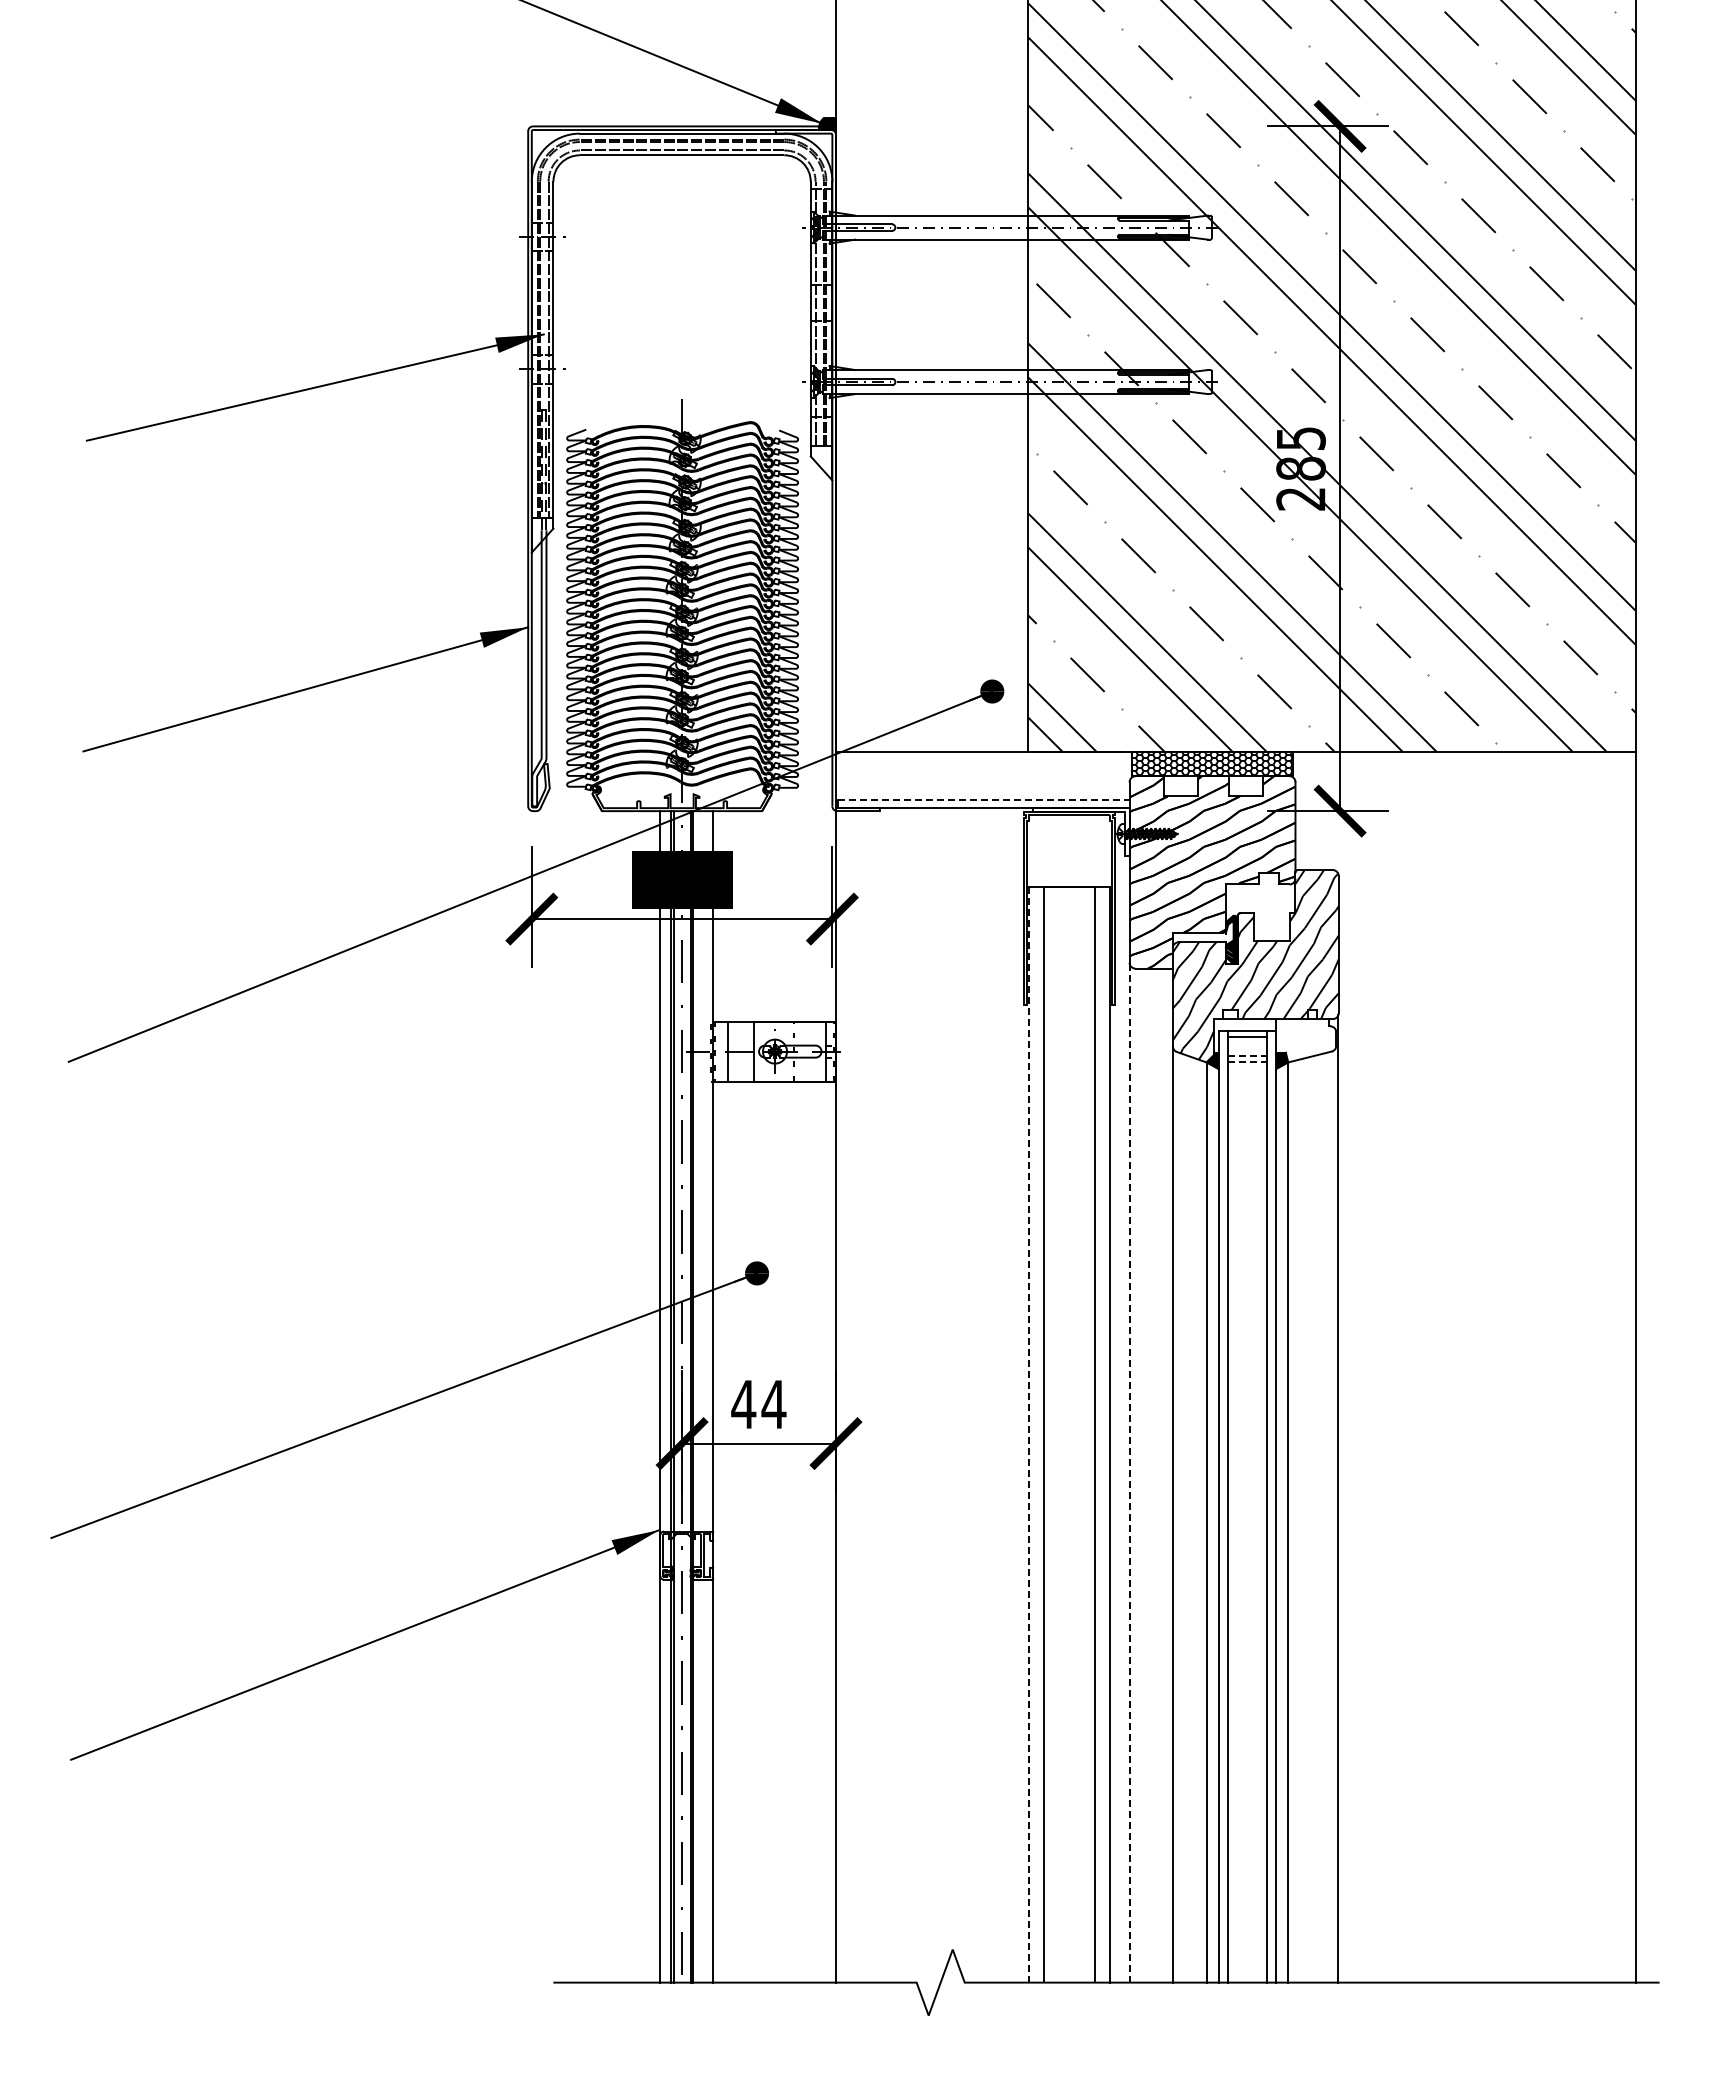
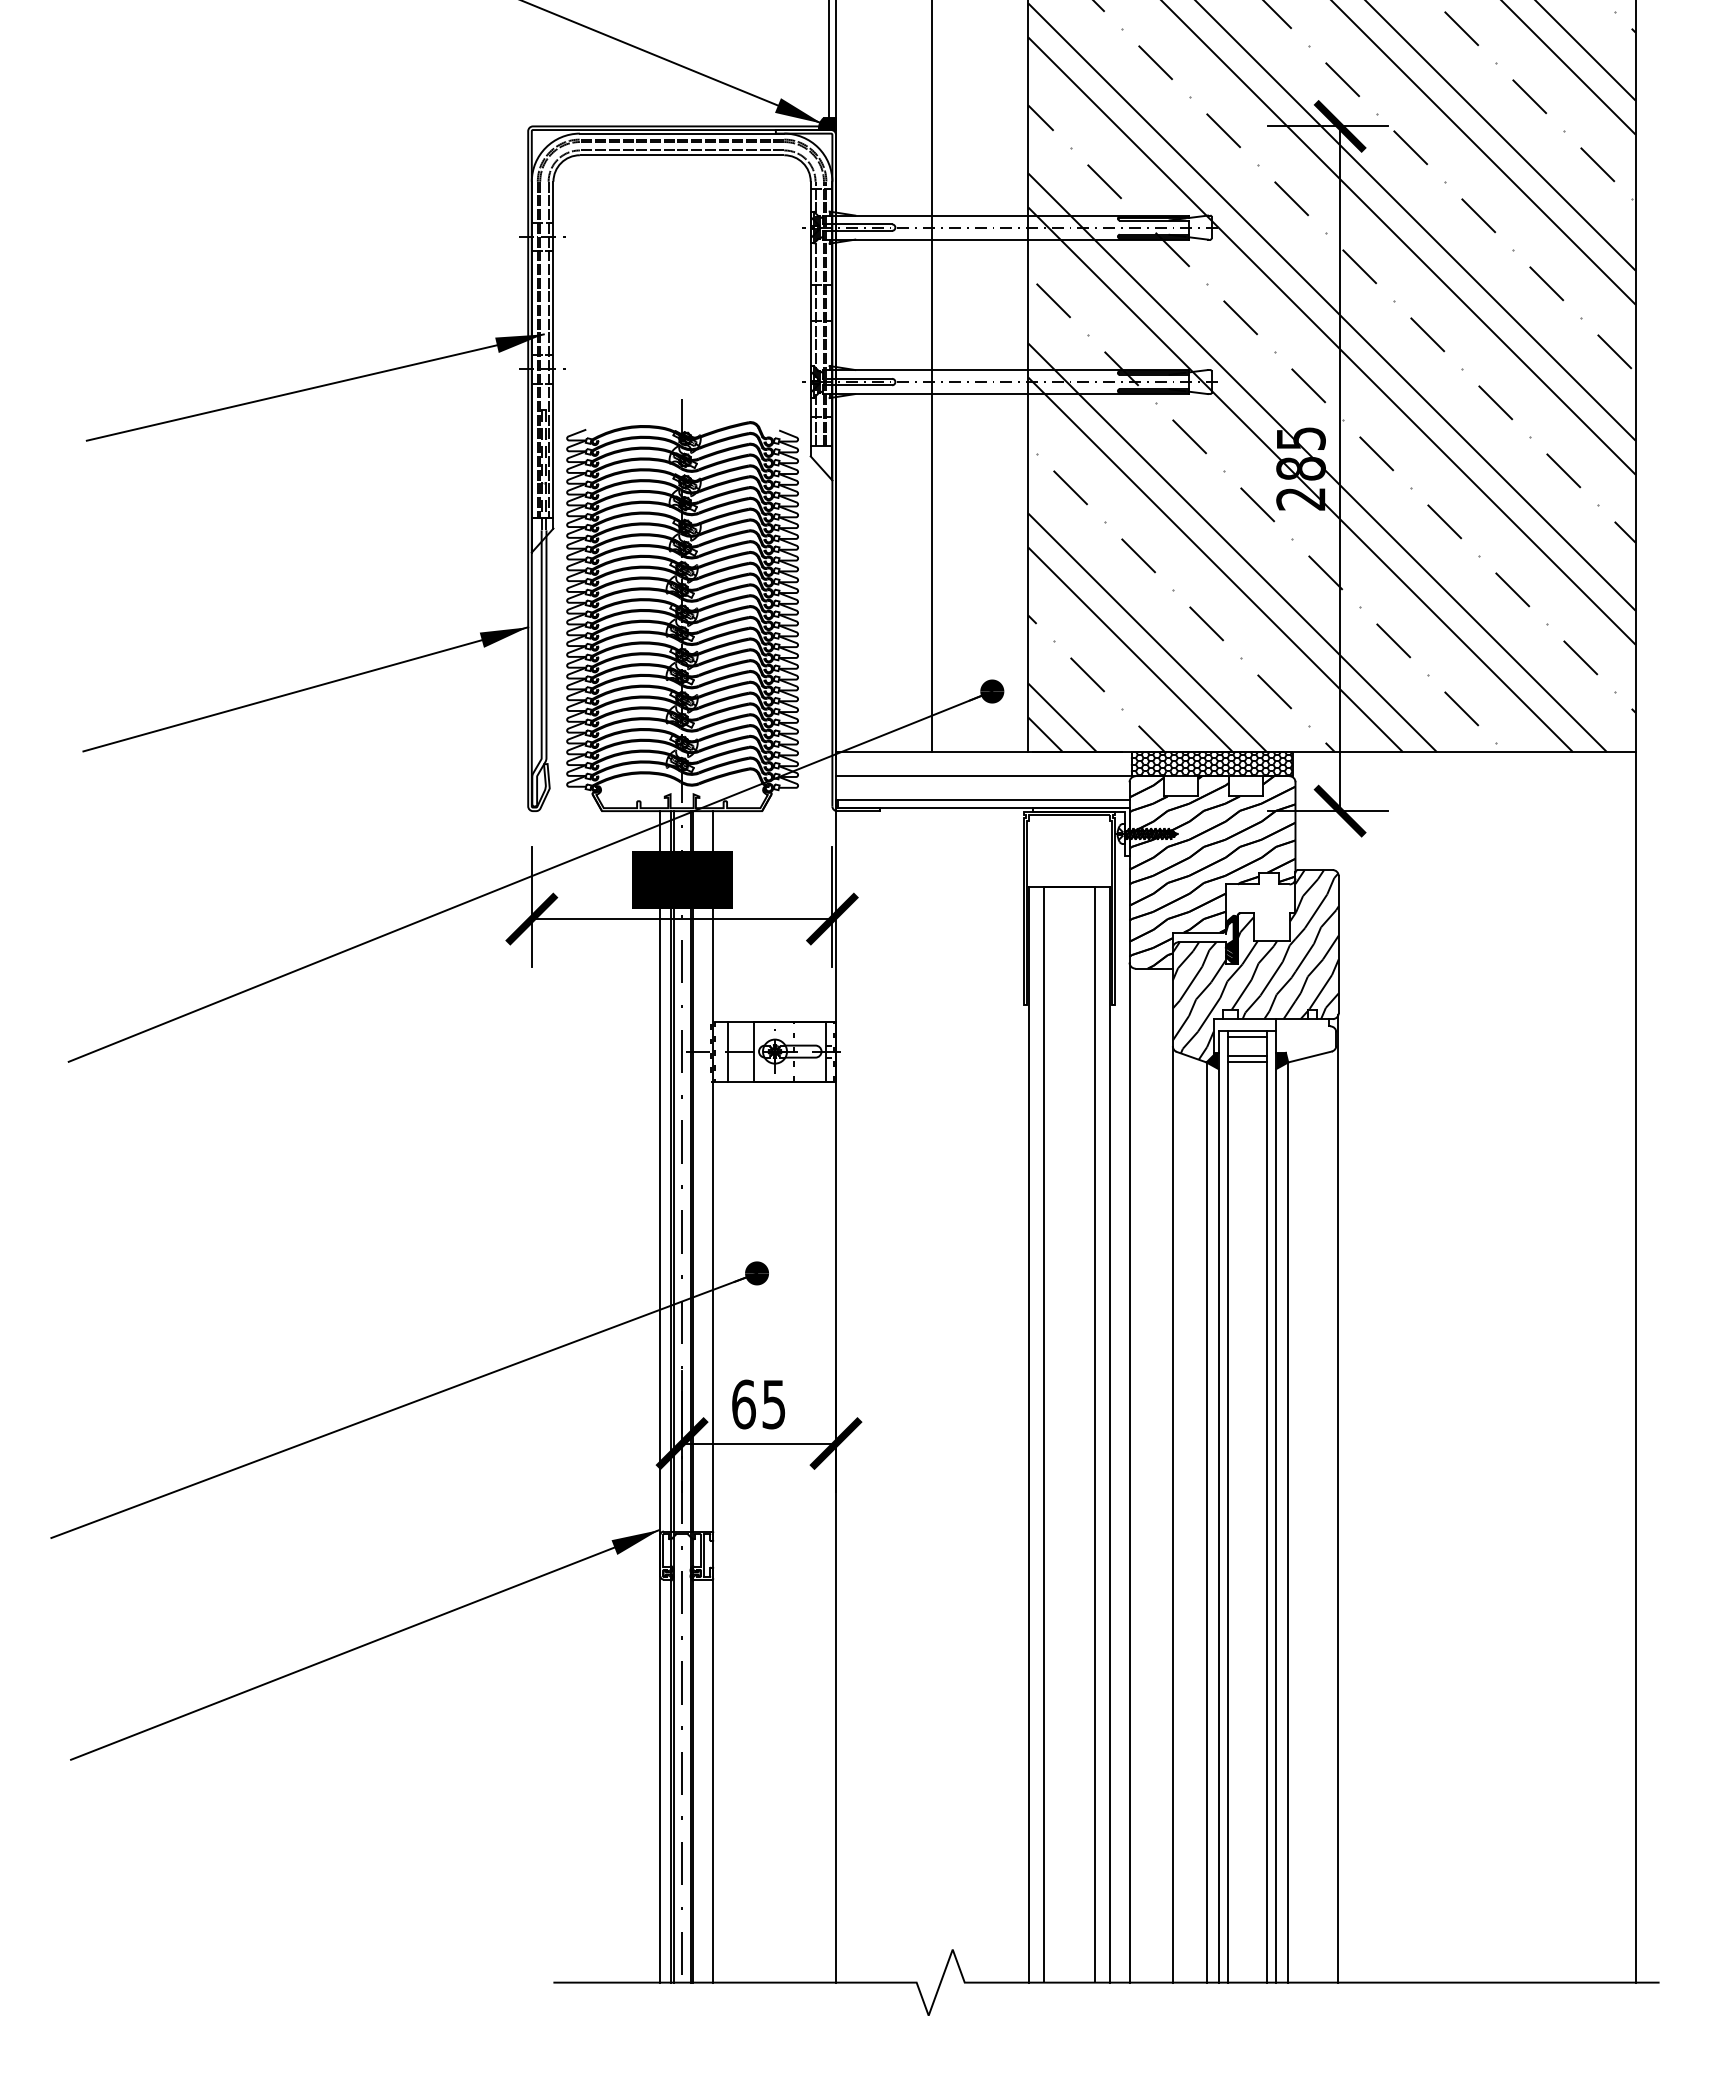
line at (828, 60): none -> present
line at (932, 377): none -> present
line at (982, 776): none -> present
line at (983, 800): dashed -> solid
line at (1247, 1056): dashed -> solid
line at (1247, 1062): dashed -> solid
text at (758, 1404): 44 -> 65
line at (1028, 1435): dashed -> solid
line at (1129, 1472): dashed -> solid
